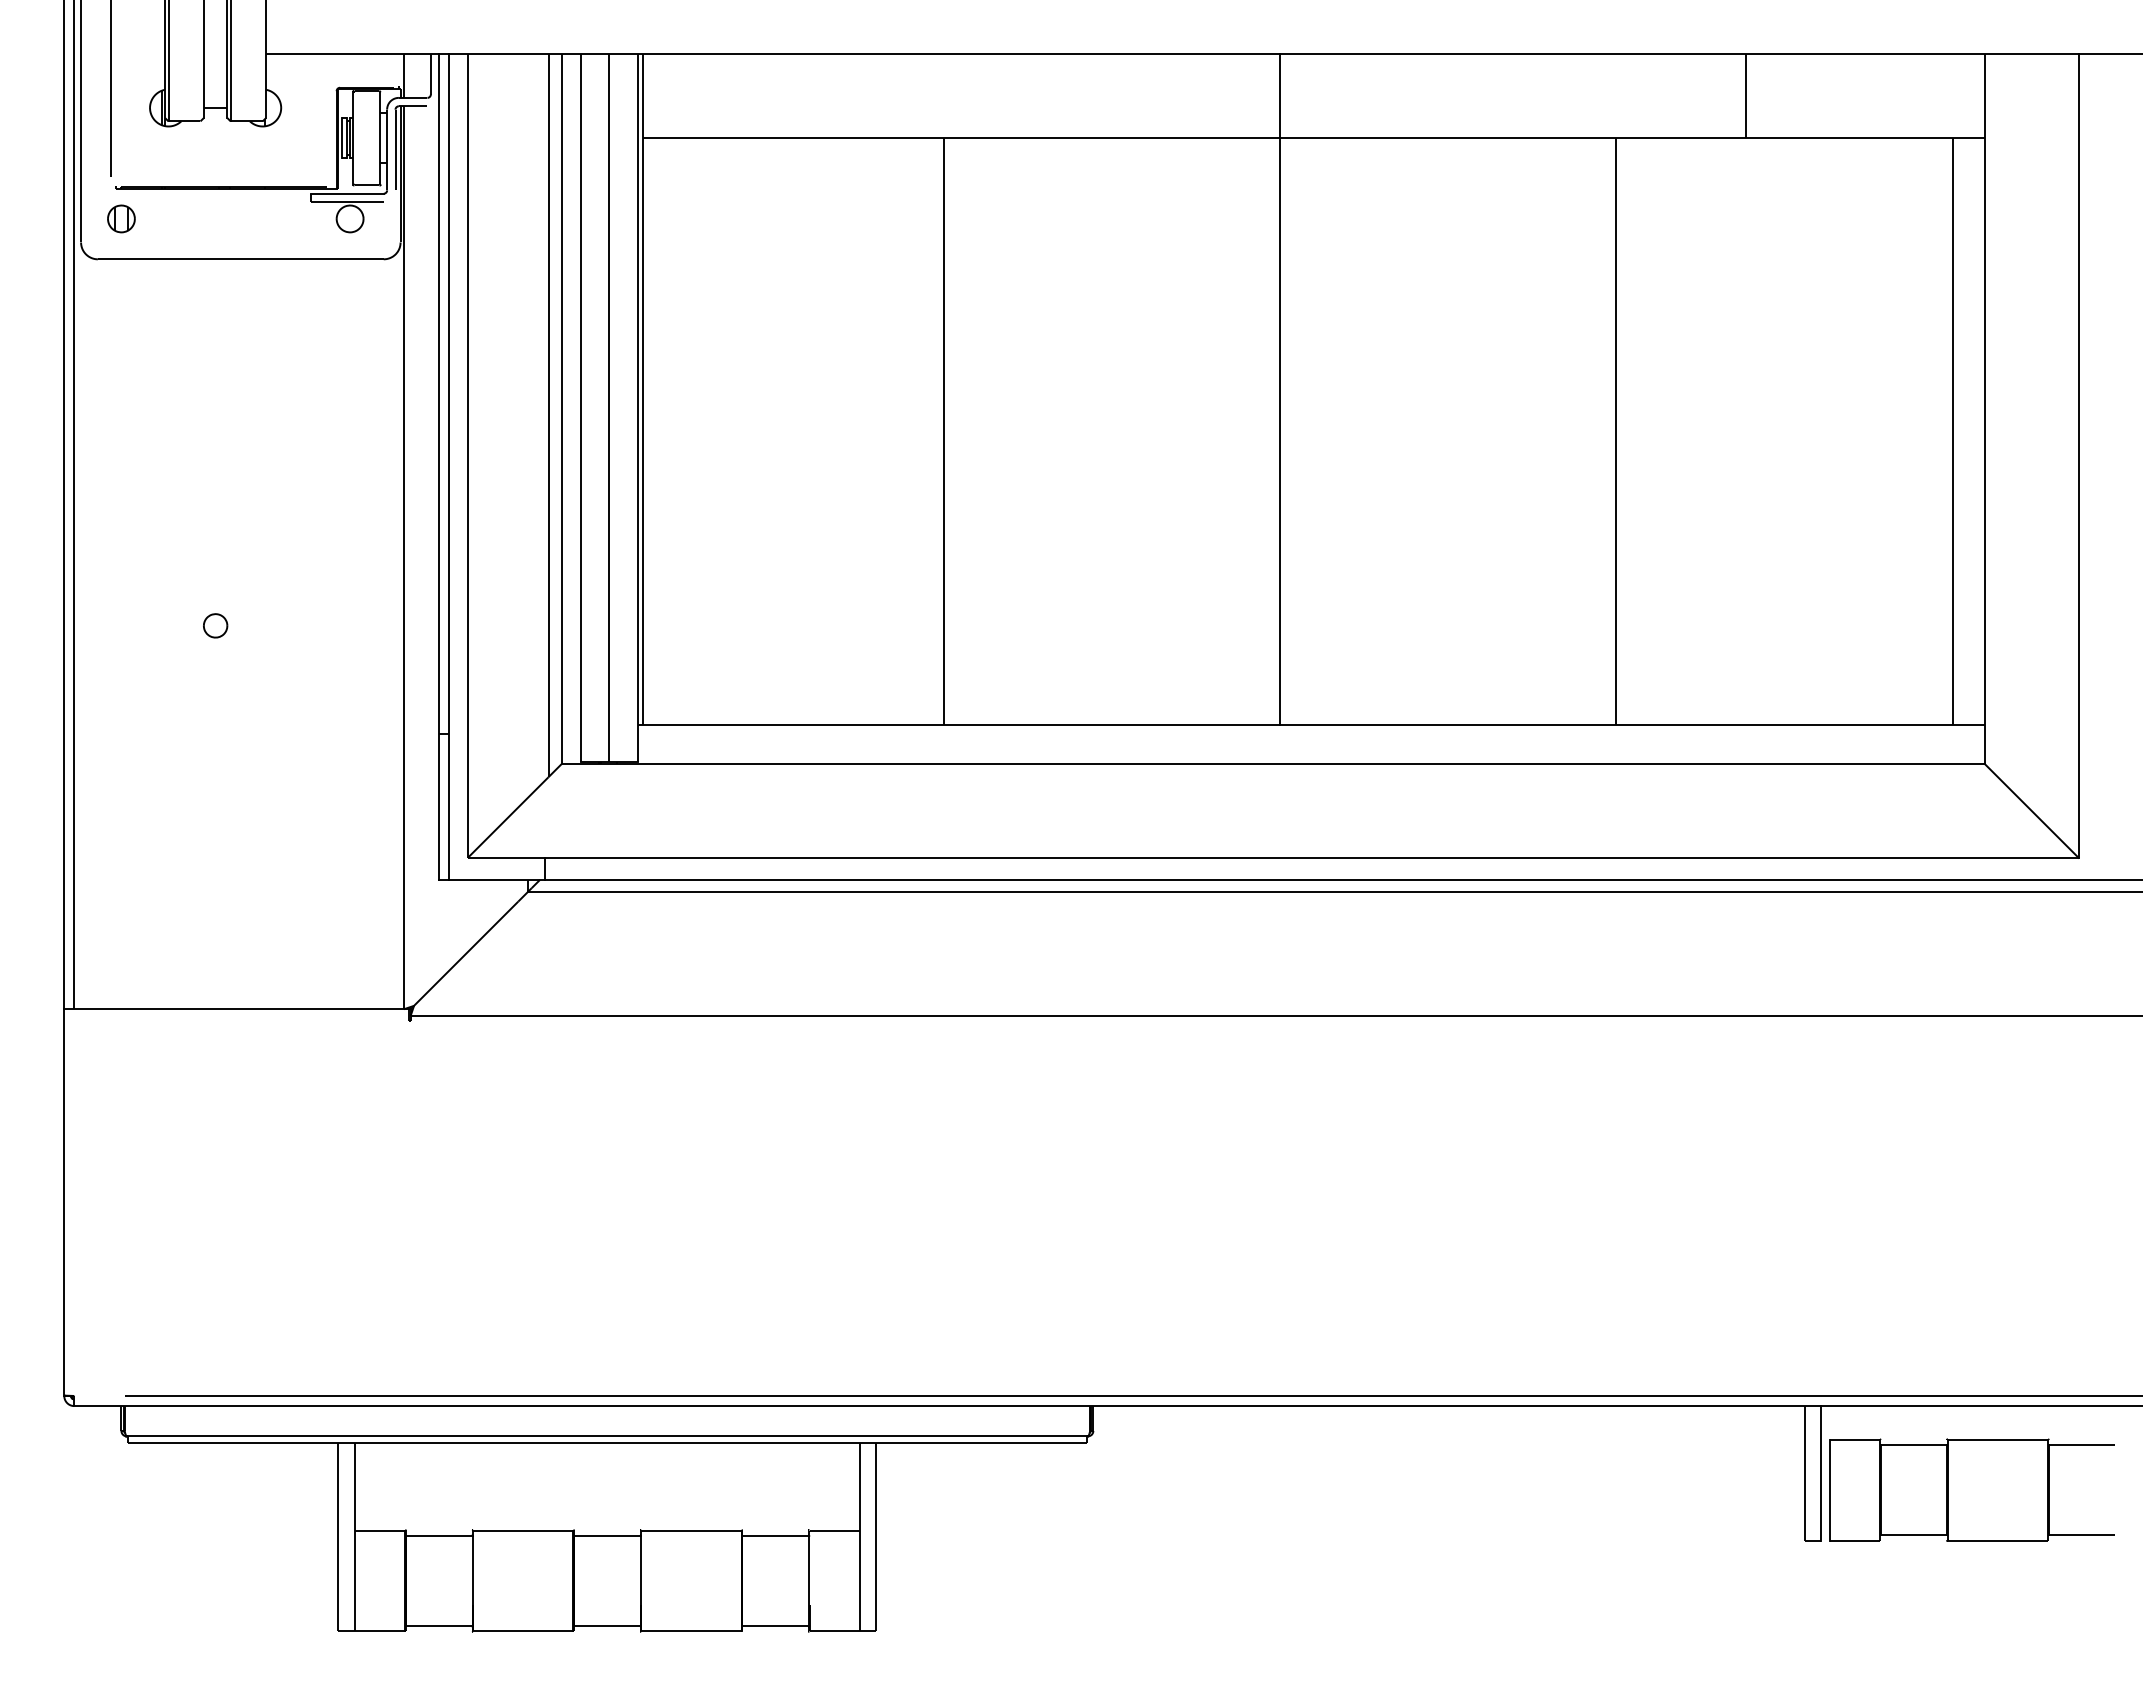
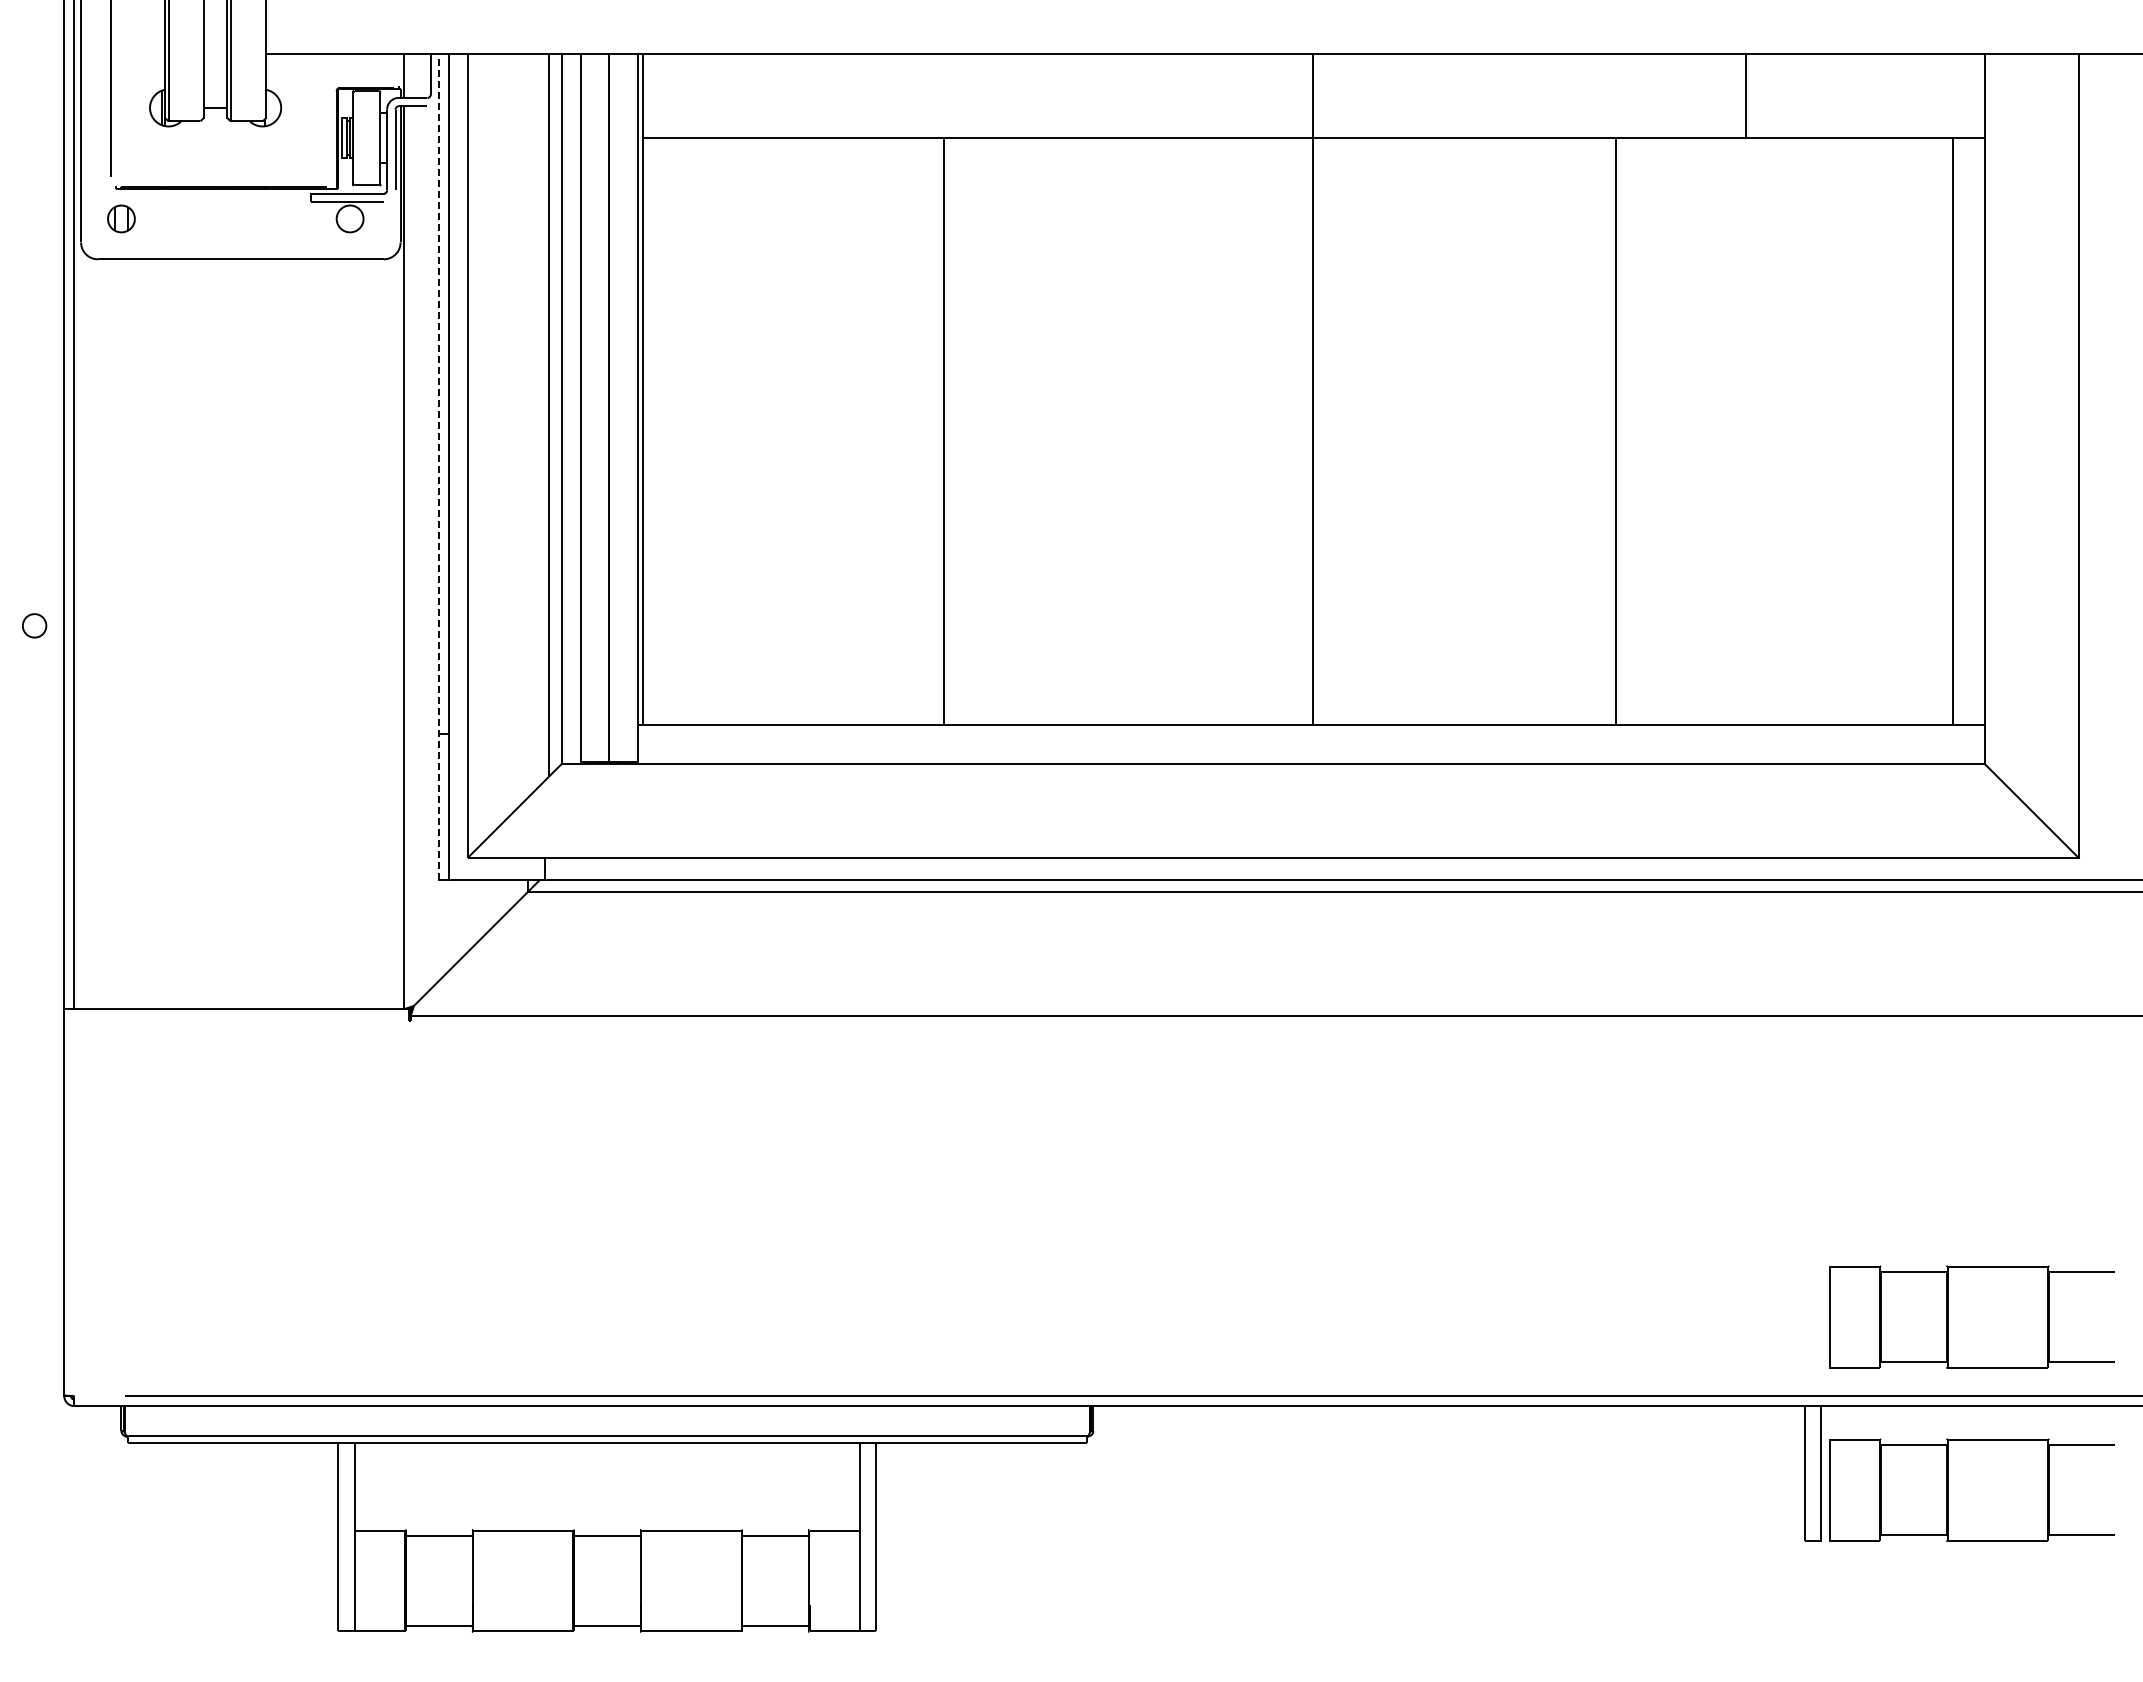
line at (1279, 389) position: (1279, 389) -> (1312, 389)
line at (439, 466): solid -> dashed
part at (215, 625) position: (215, 625) -> (34, 625)
part at (1971, 1316): none -> present
